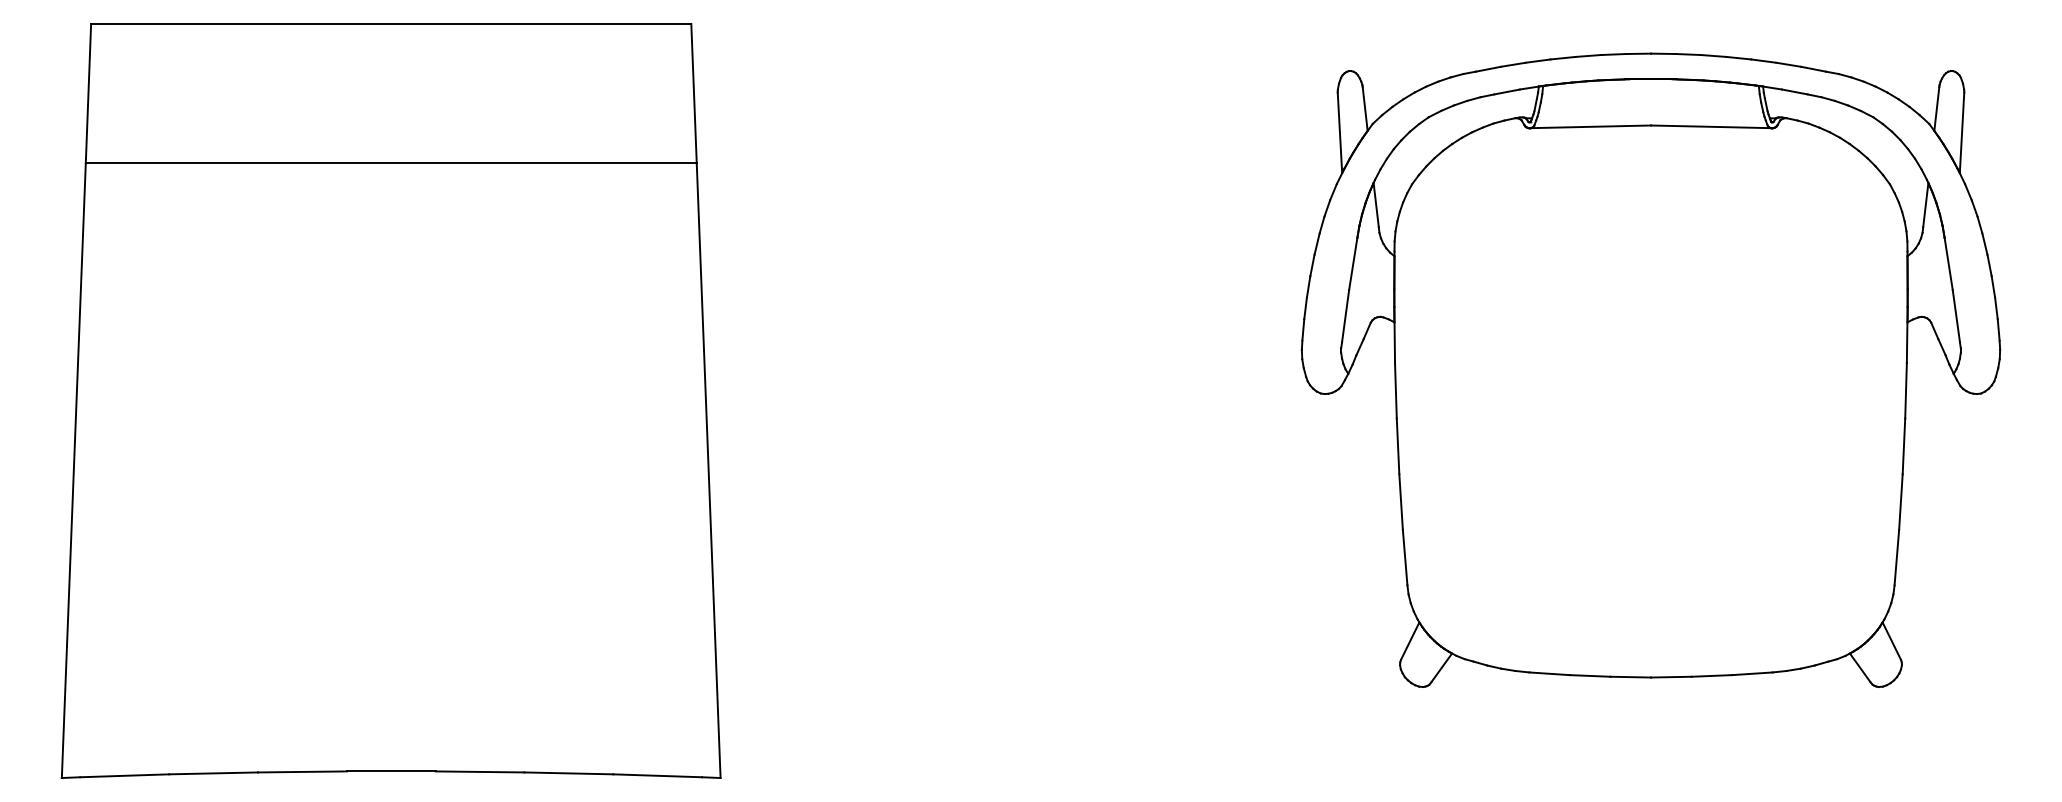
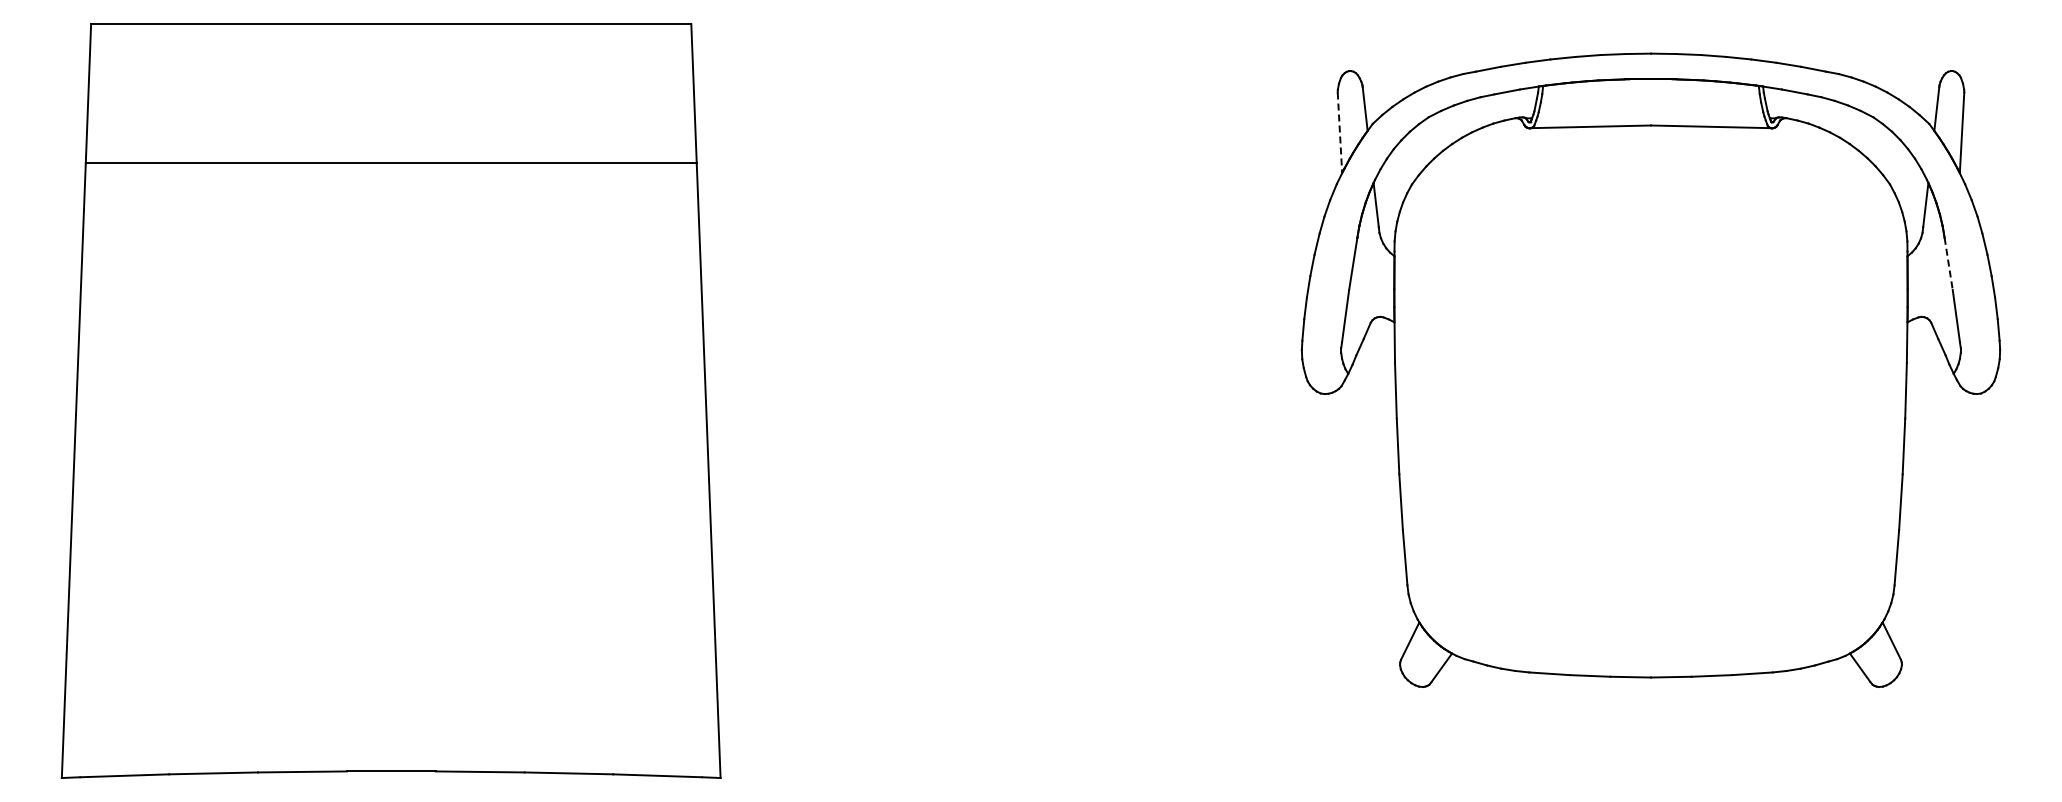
line at (1339, 133): solid -> dashed
line at (1948, 264): solid -> dashed
